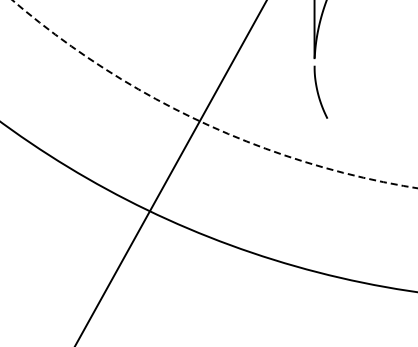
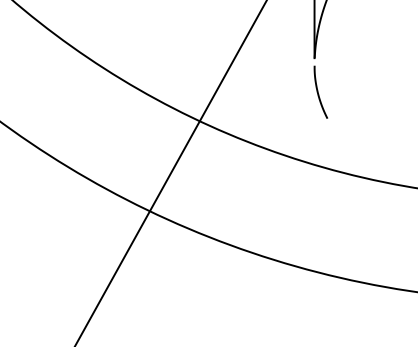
circle at (214, 94): dashed -> solid
